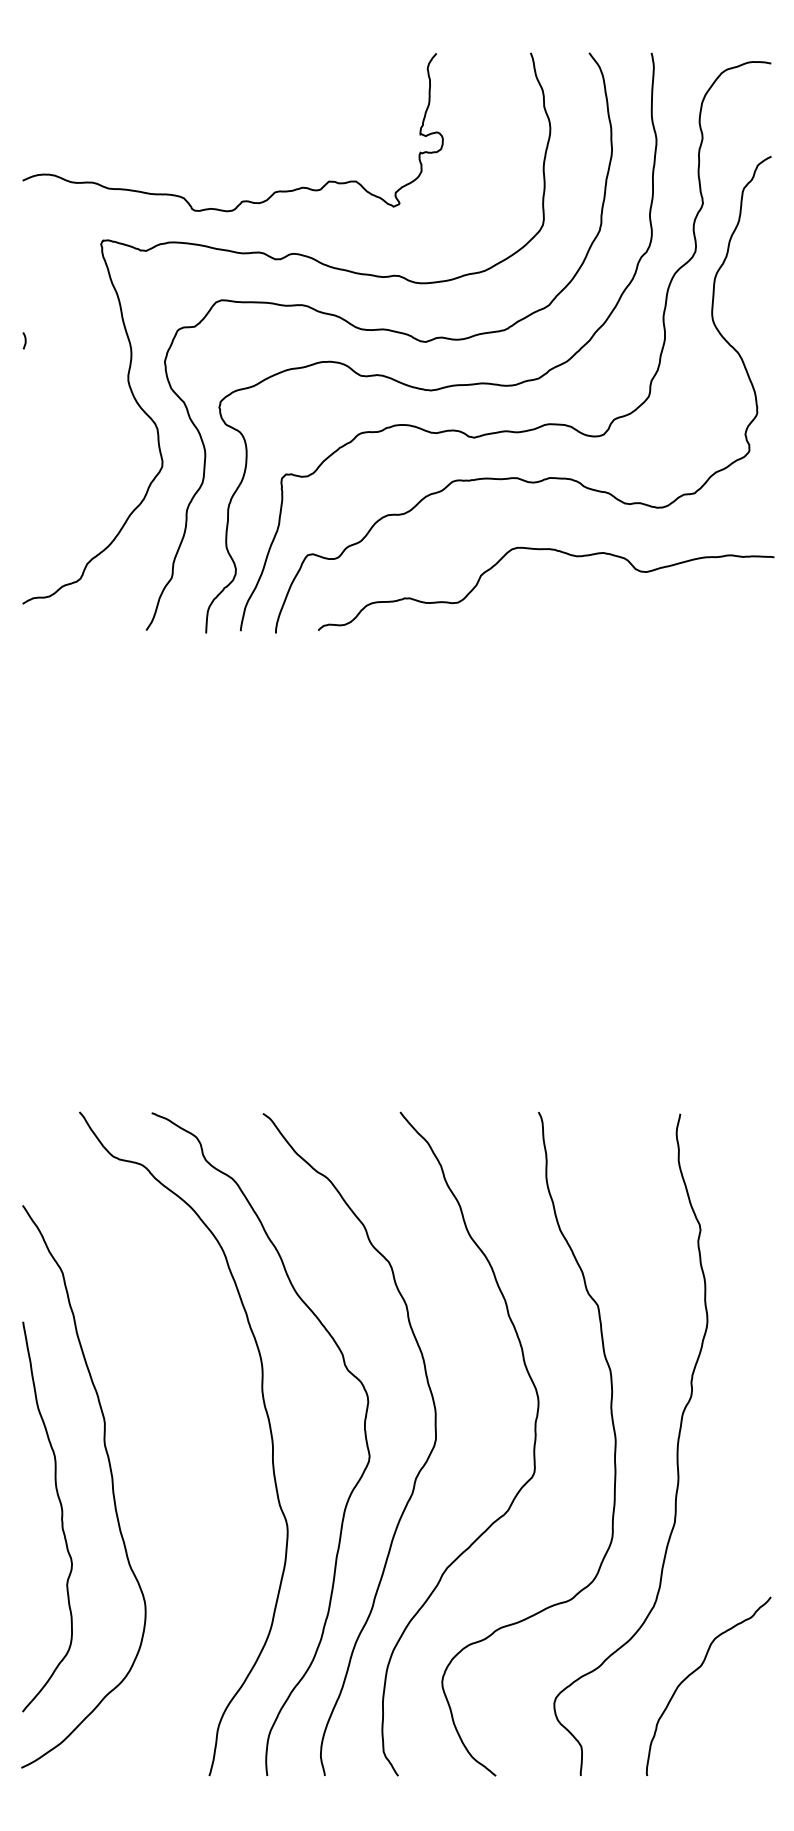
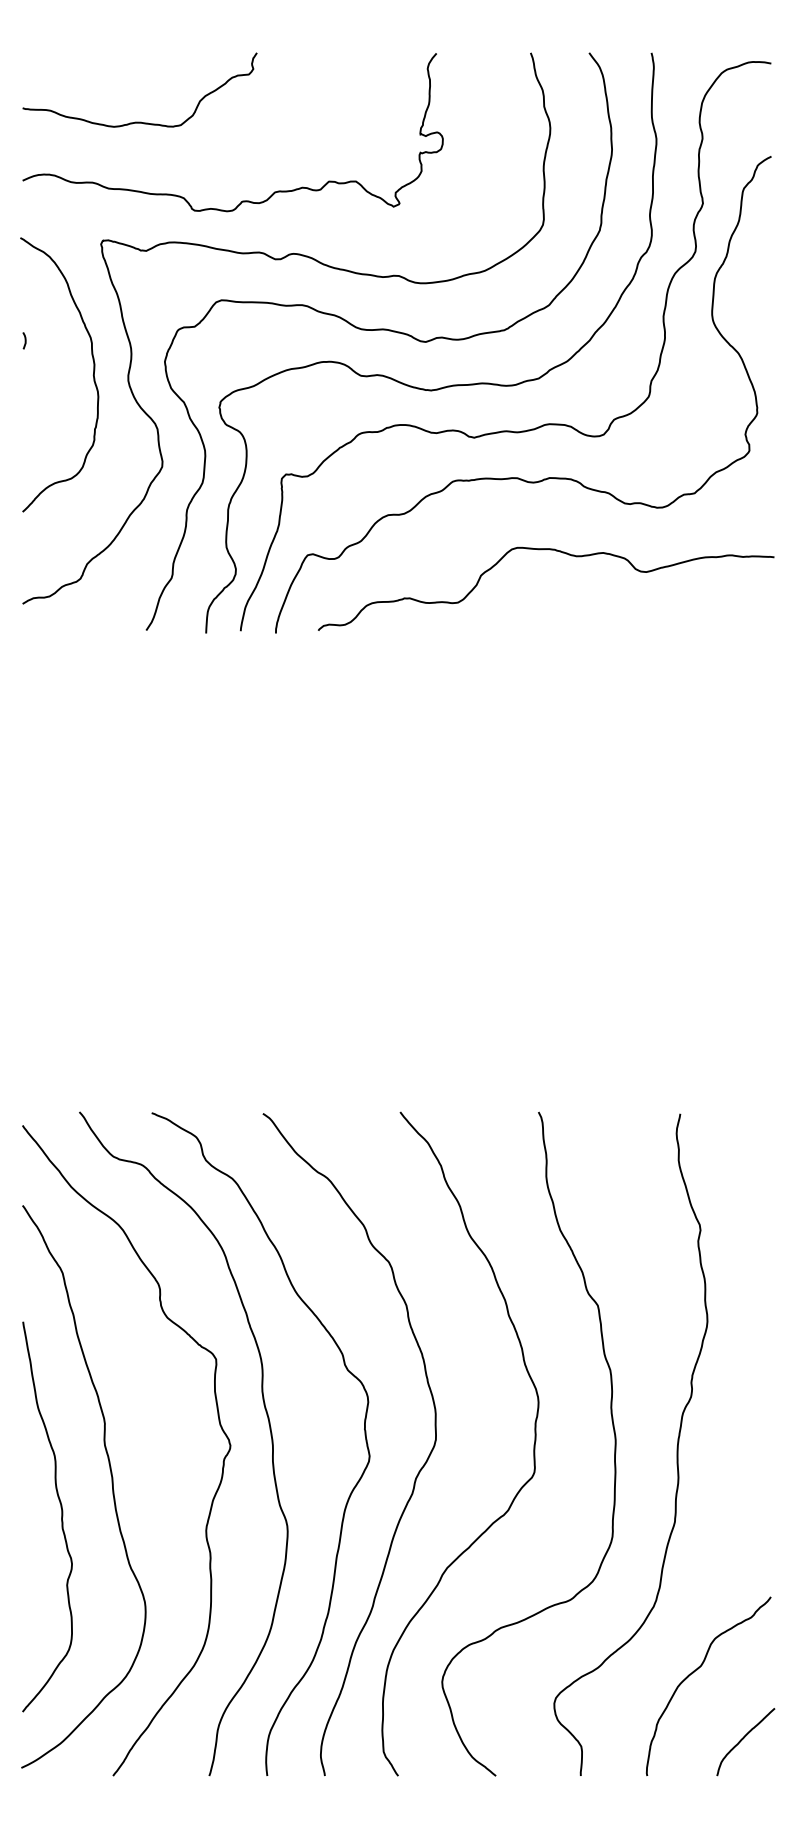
curve at (139, 121): none -> present
curve at (92, 375): none -> present
curve at (219, 1425): none -> present
curve at (743, 1739): none -> present
